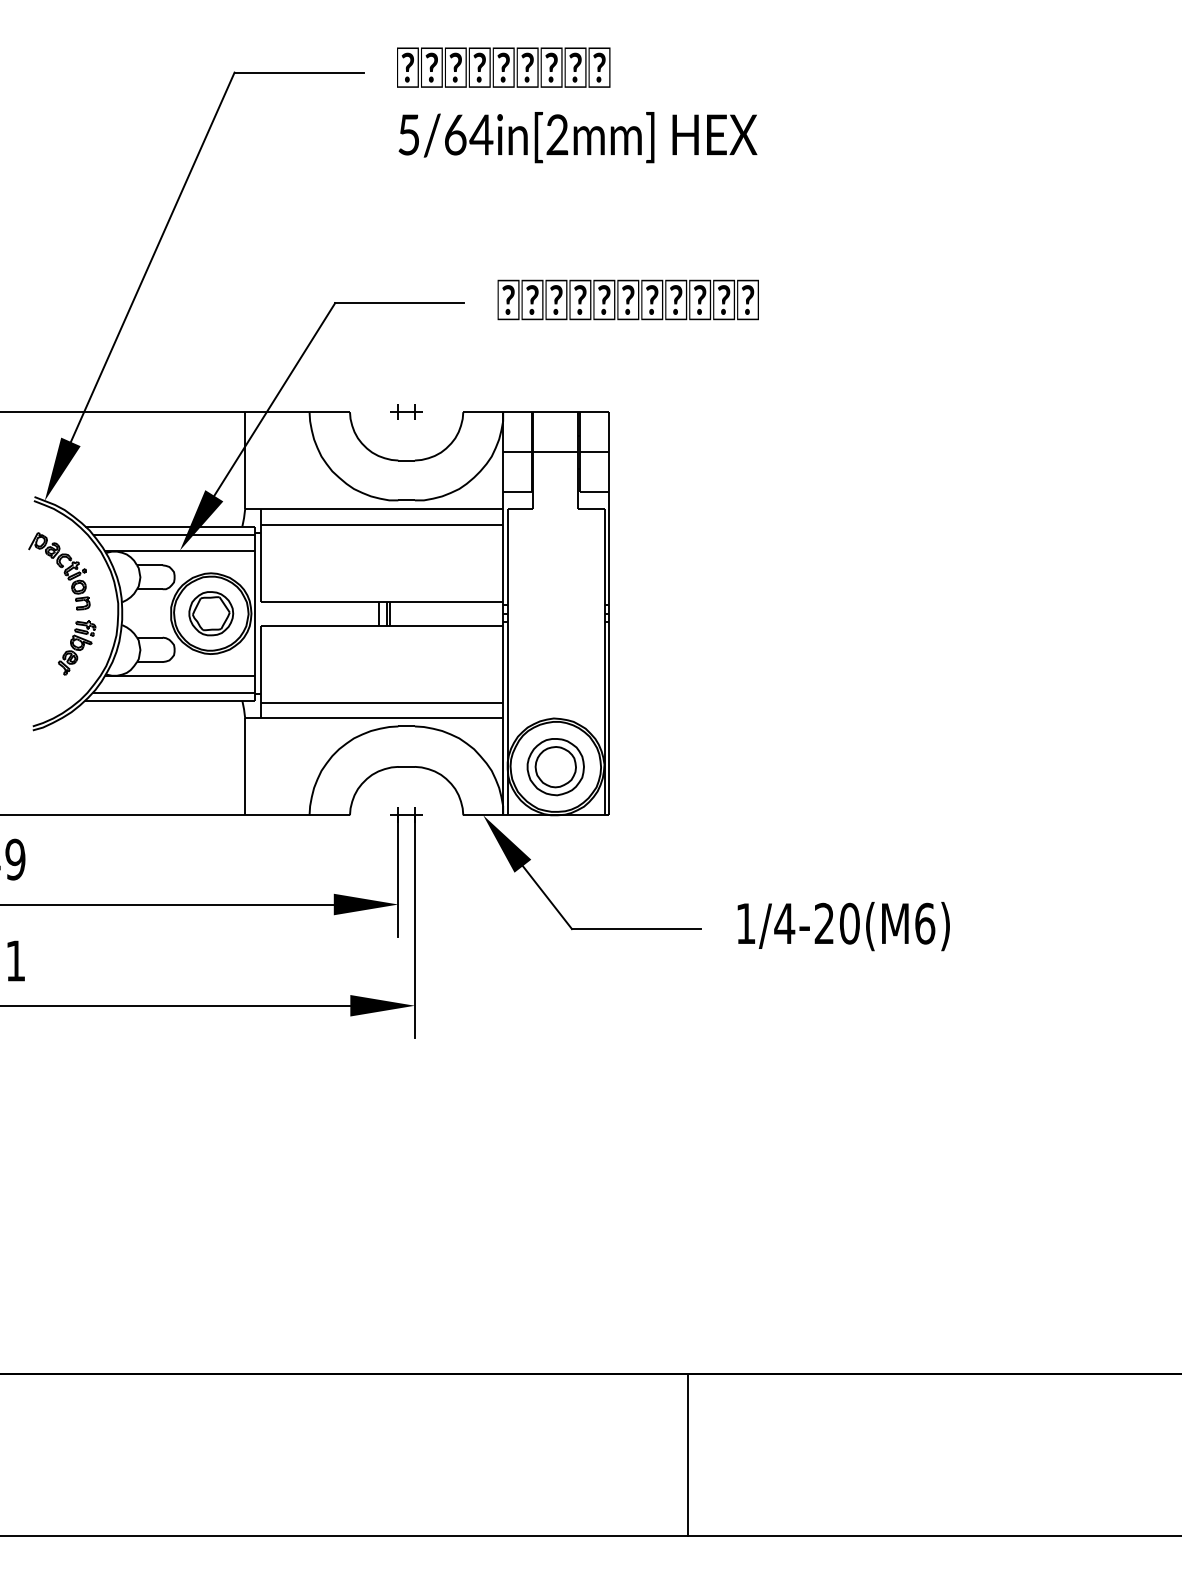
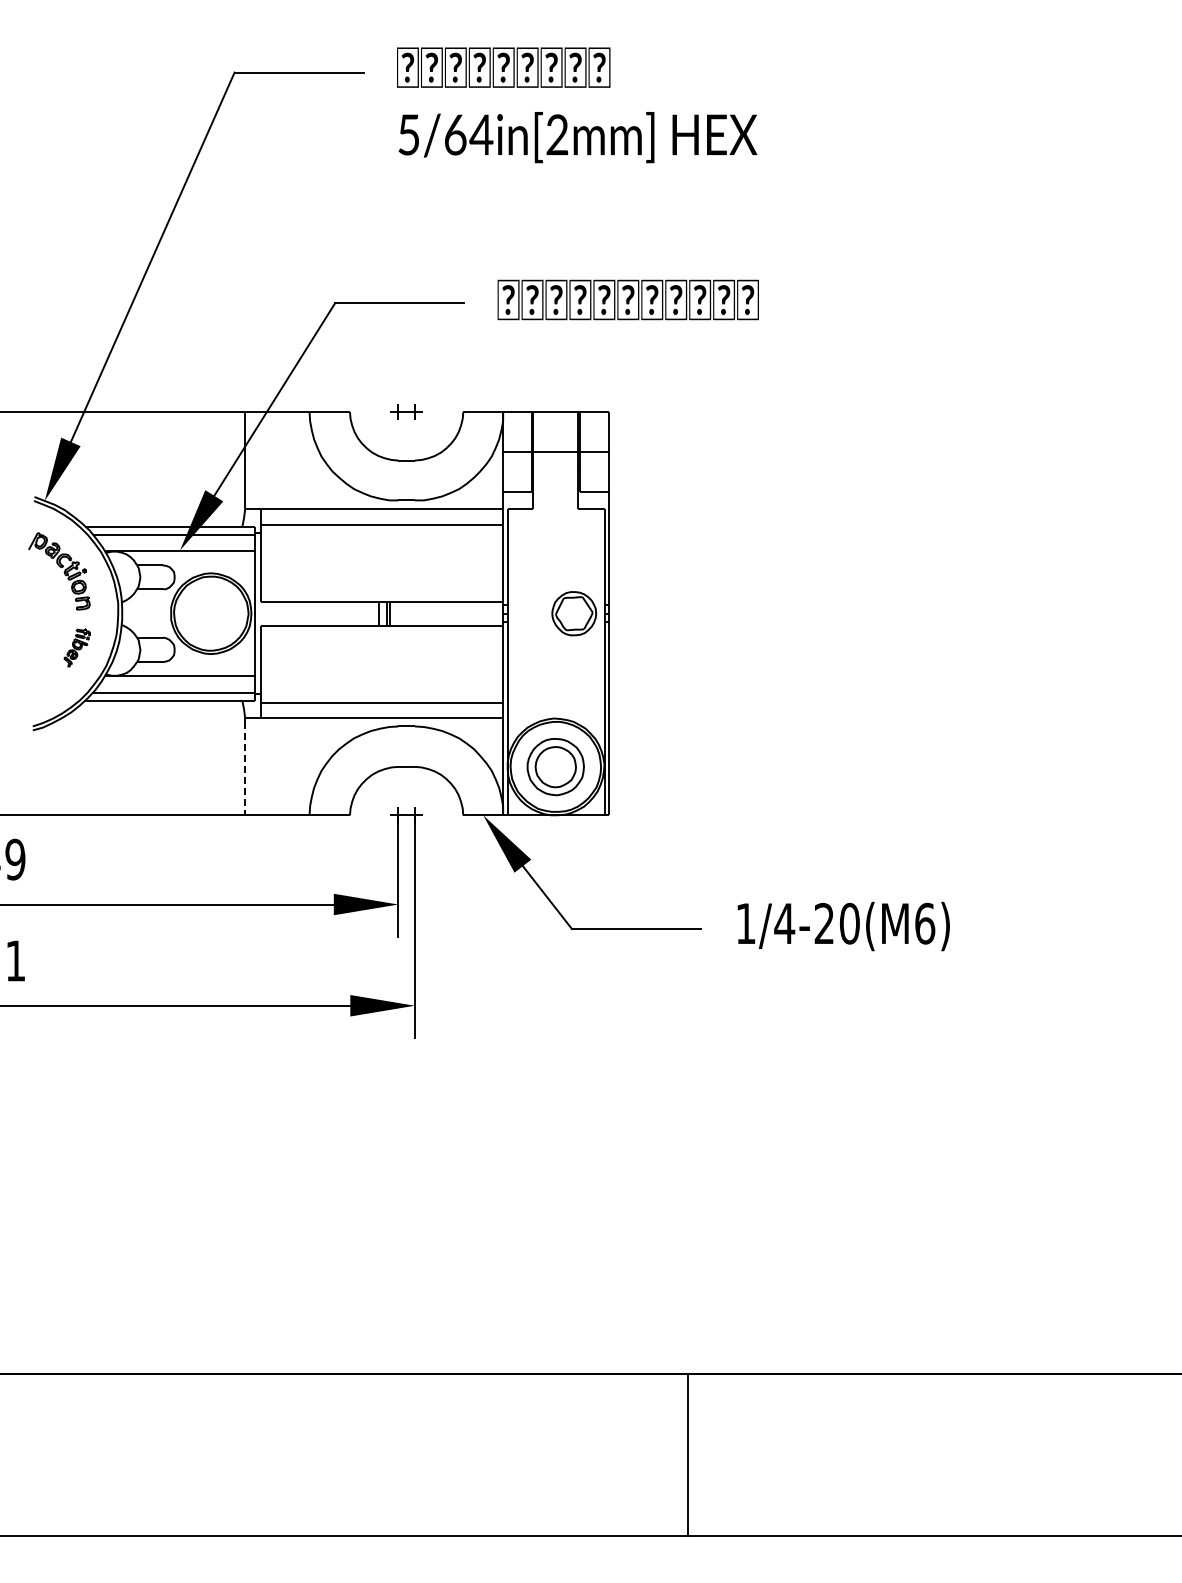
part at (211, 613) position: (211, 613) -> (574, 613)
part at (77, 647) size: 39x56 px -> 28x40 px
line at (245, 769): solid -> dashed
